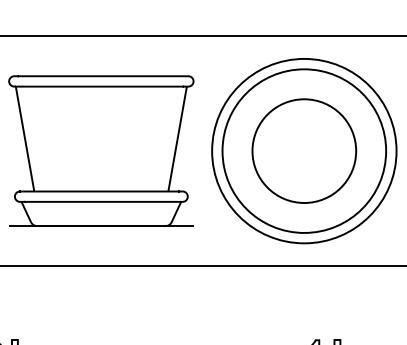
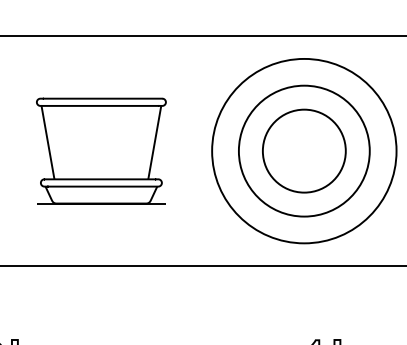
part at (101, 150) size: 187x152 px -> 131x108 px
circle at (304, 150) diameter: 104 px -> 83 px
circle at (304, 150) diameter: 164 px -> 131 px
